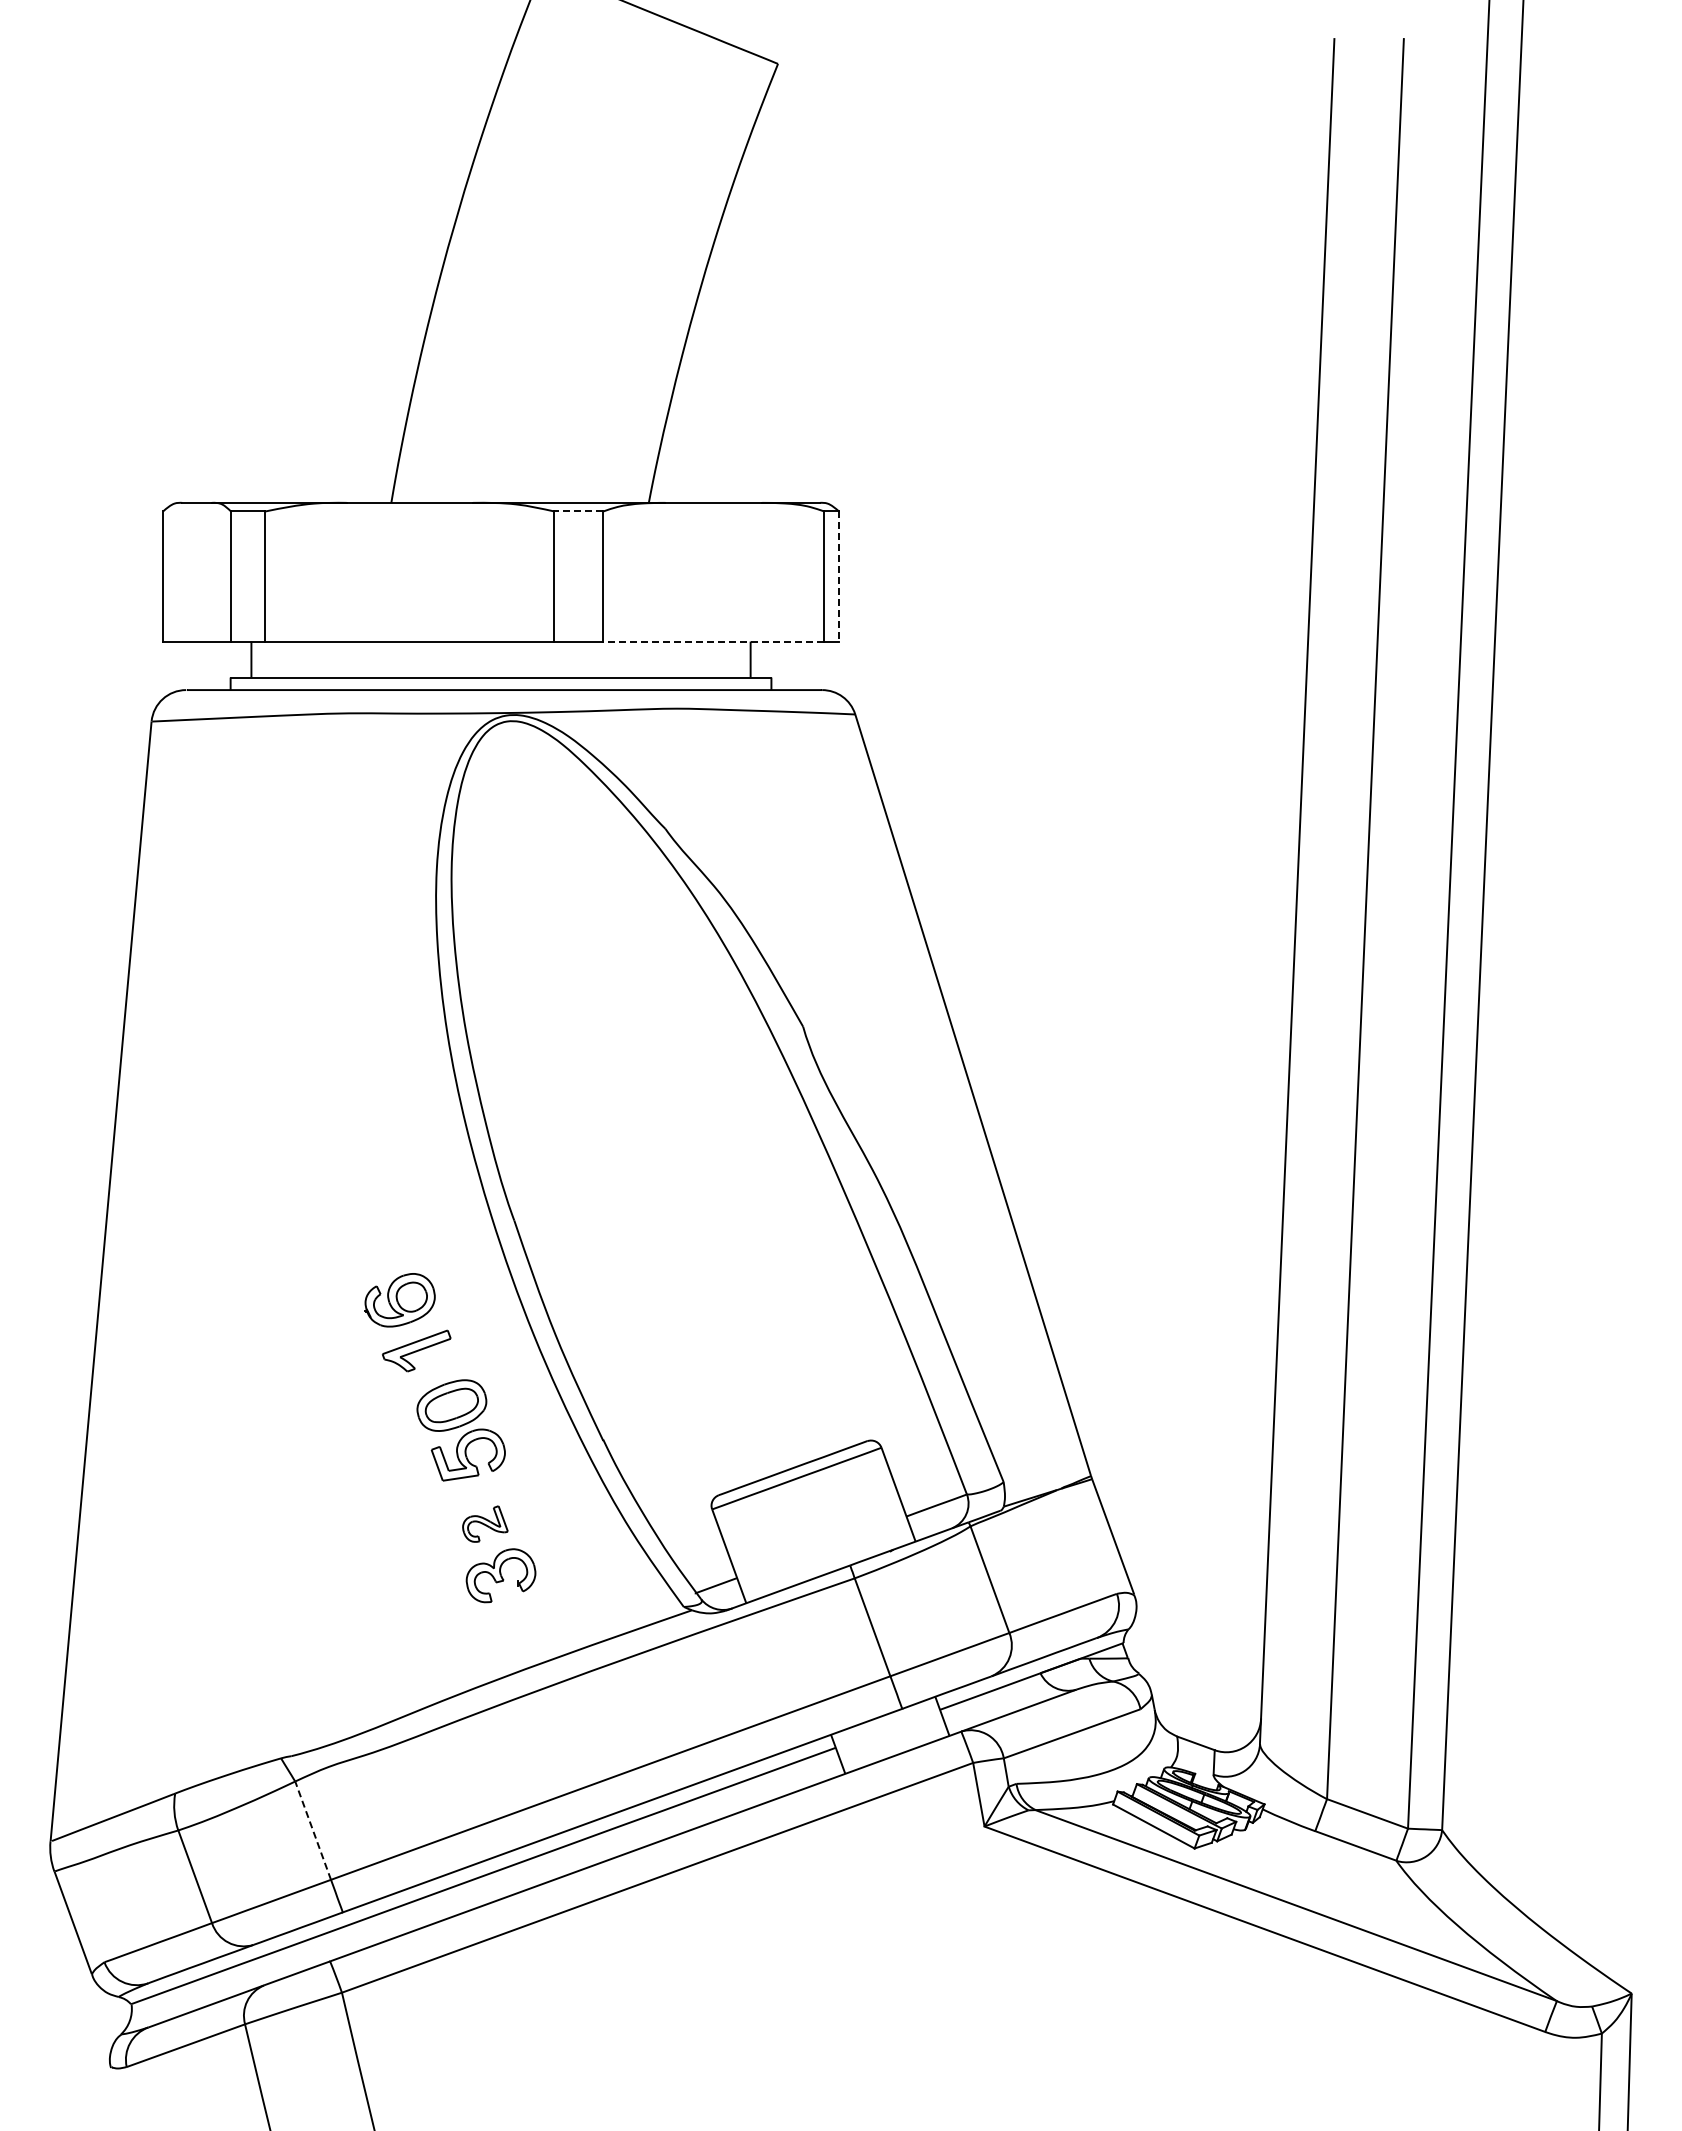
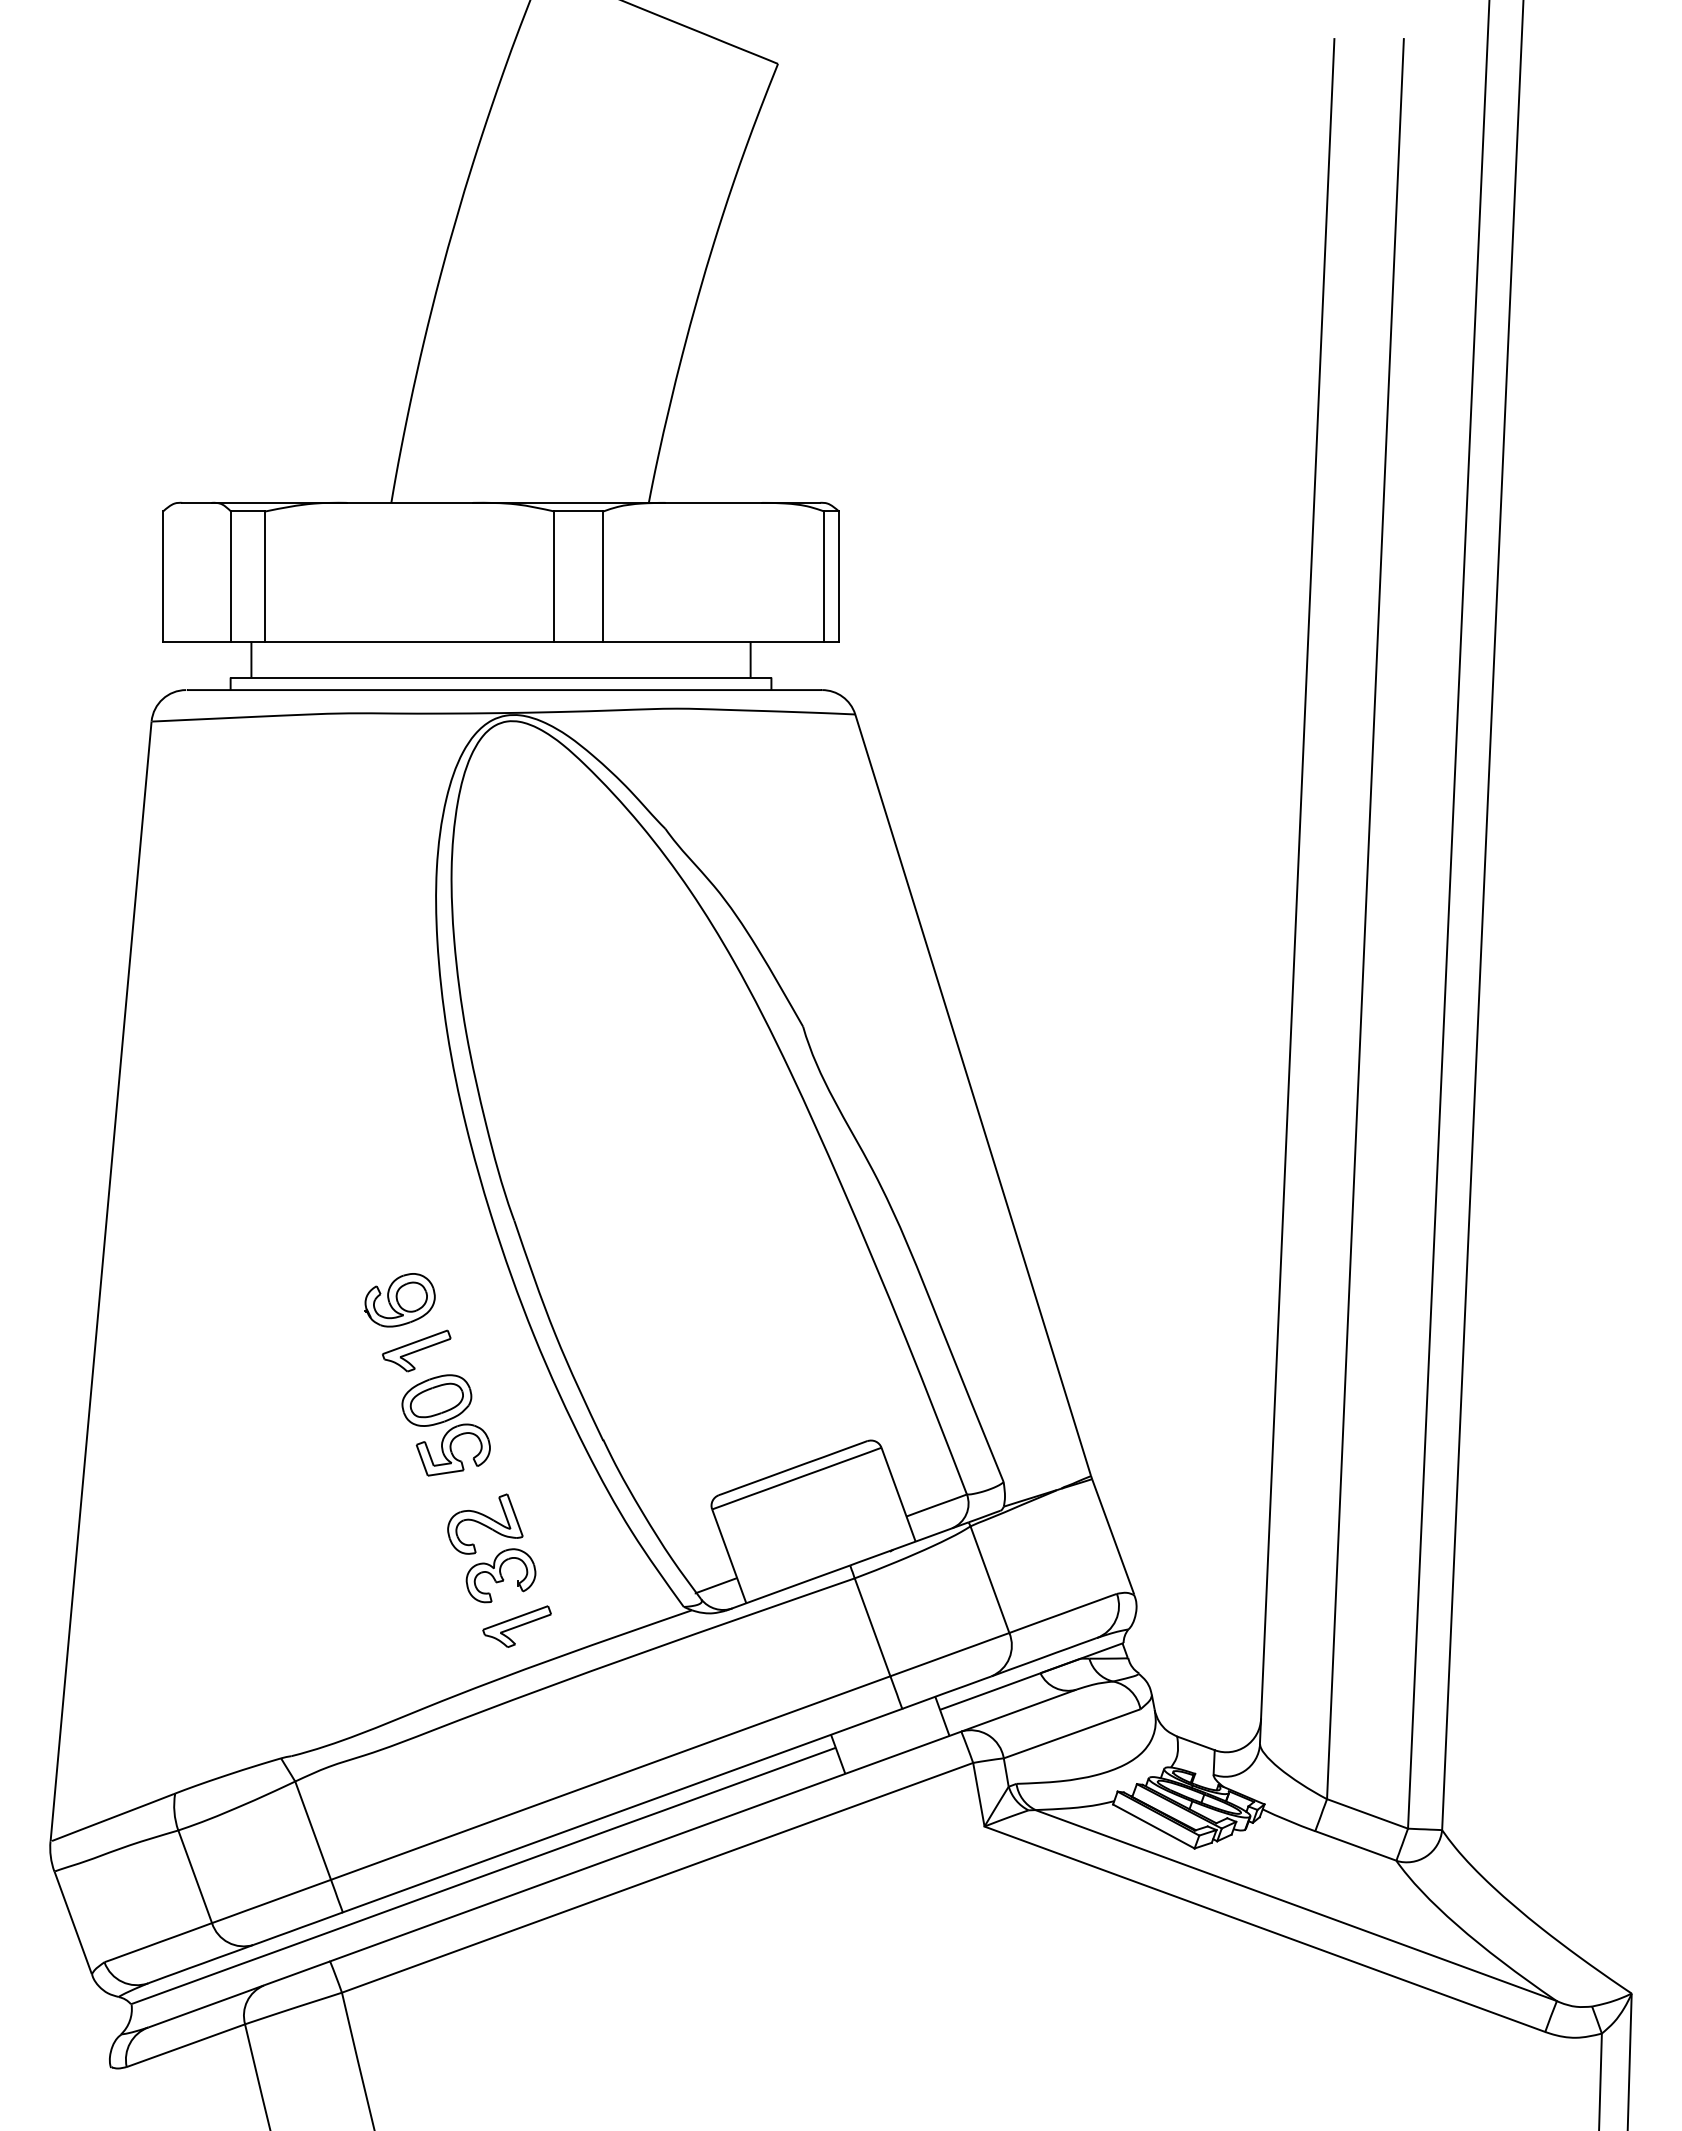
line at (578, 511): dashed -> solid
line at (839, 577): dashed -> solid
line at (713, 641): dashed -> solid
part at (460, 1430) position: (460, 1430) -> (445, 1425)
part at (485, 1523) size: 47x38 px -> 77x62 px
part at (516, 1626): none -> present
line at (312, 1830): dashed -> solid
